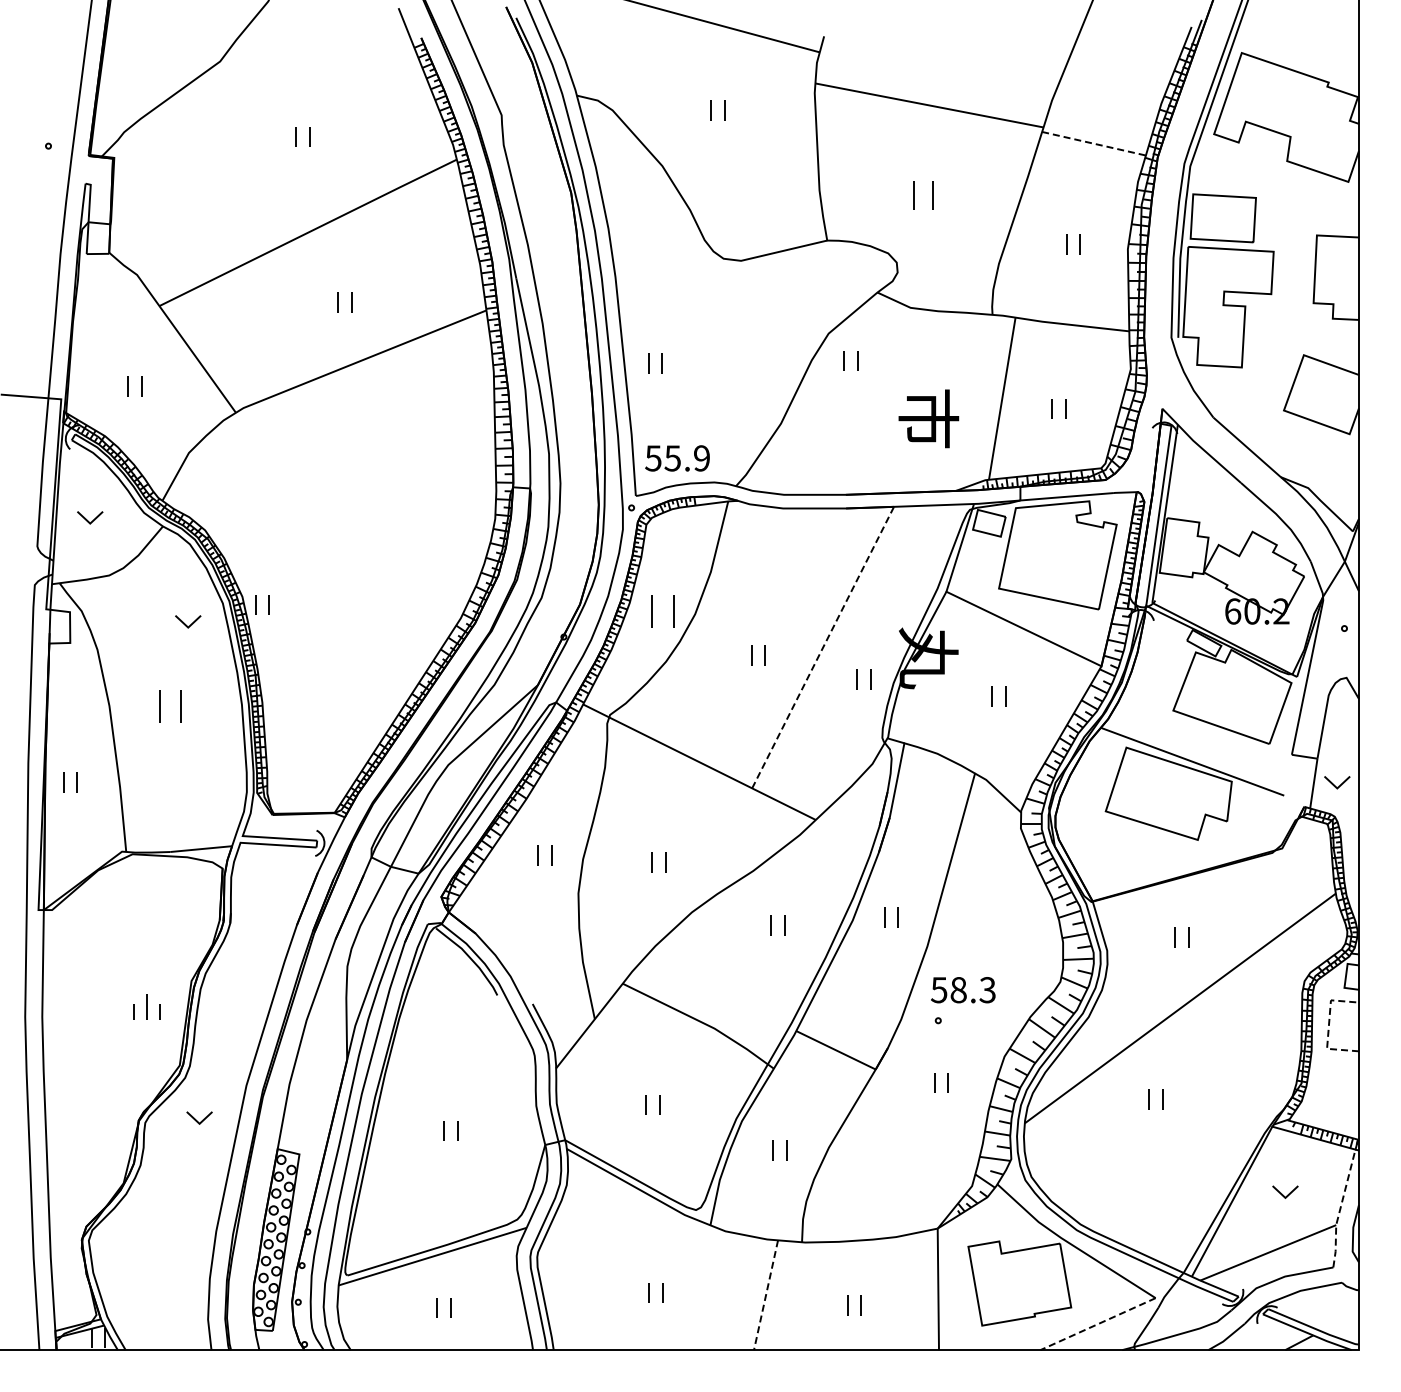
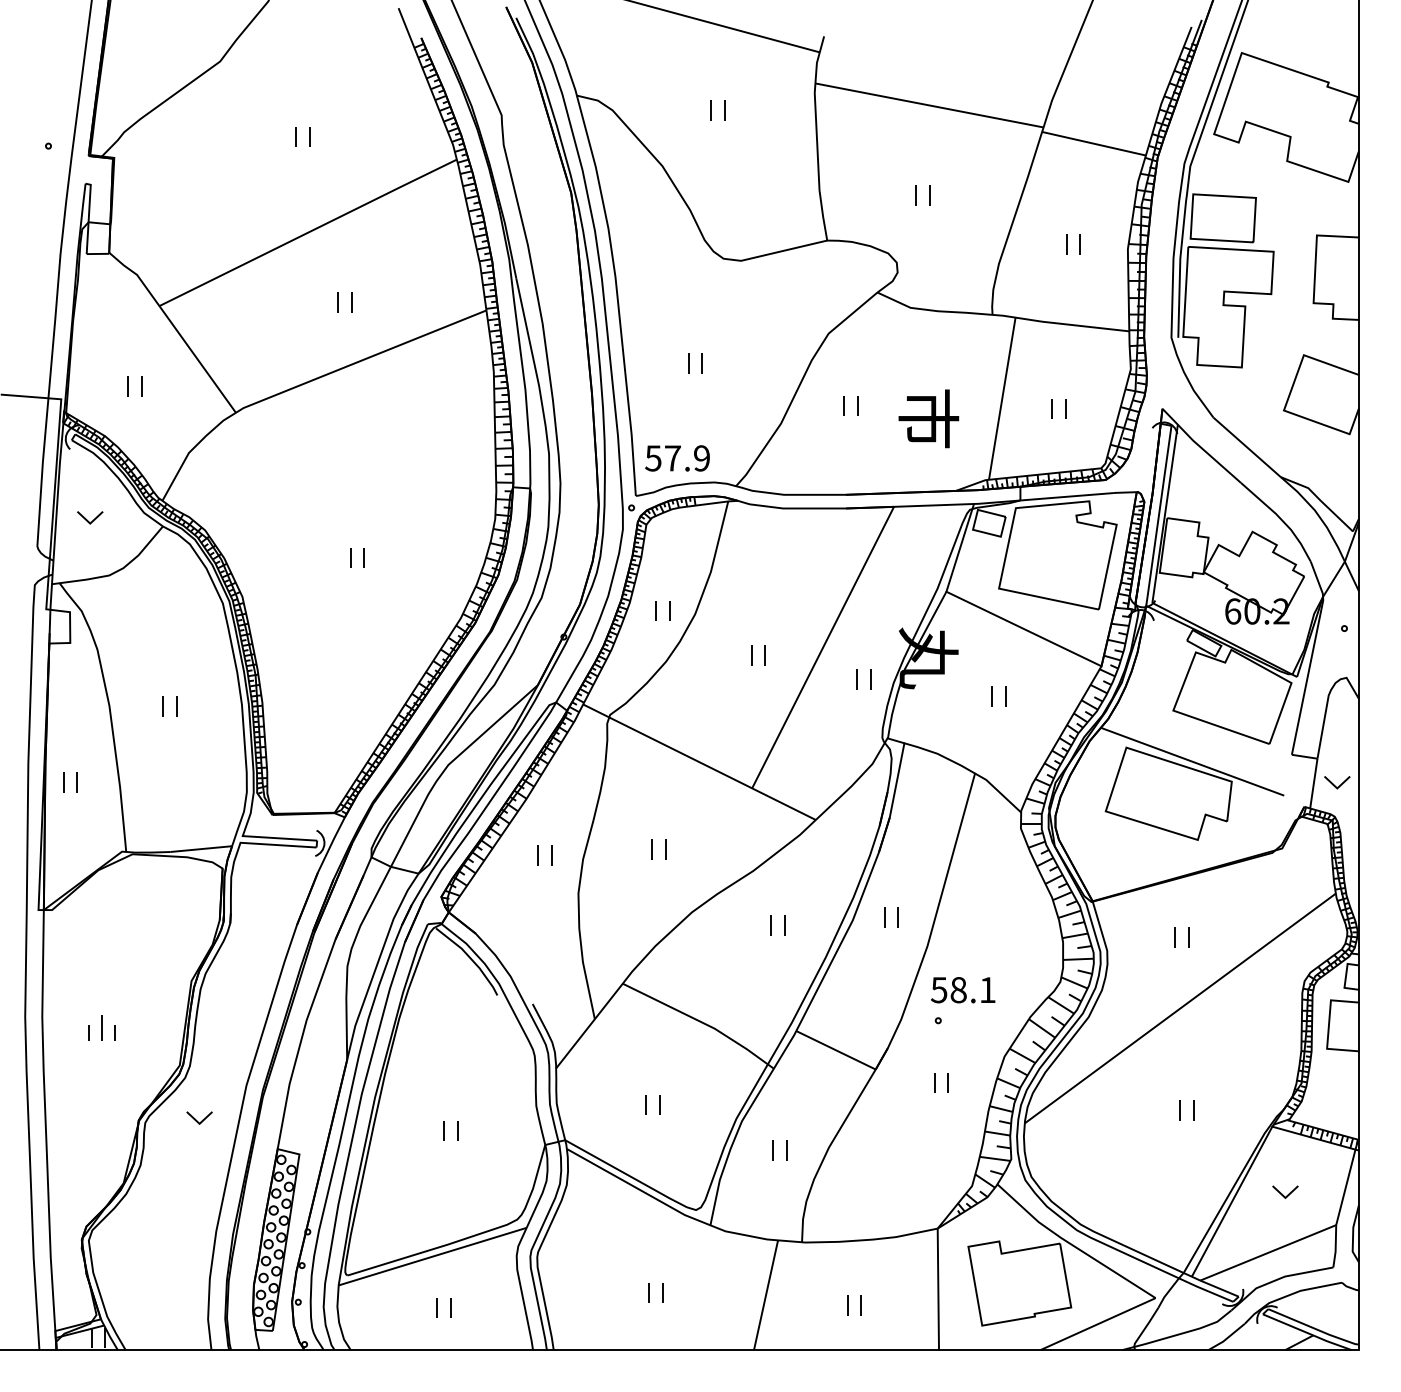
line at (1094, 143): dashed -> solid
part at (923, 195) size: 21x29 px -> 16x21 px
part at (850, 360) position: (850, 360) -> (850, 405)
part at (655, 363) position: (655, 363) -> (695, 363)
text at (672, 458): 55.9 -> 57.9
part at (262, 604) position: (262, 604) -> (357, 557)
part at (662, 611) size: 24x33 px -> 16x20 px
part at (188, 621): present -> none
line at (823, 647): dashed -> solid
part at (170, 706) size: 23x33 px -> 16x21 px
part at (658, 862) position: (658, 862) -> (658, 849)
text at (987, 990): 58.3 -> 58.1
part at (146, 1006) position: (146, 1006) -> (101, 1027)
line at (1328, 1026): dashed -> solid
part at (1155, 1099) position: (1155, 1099) -> (1186, 1110)
line at (1340, 1208): dashed -> solid
line at (765, 1295): dashed -> solid
line at (1097, 1324): dashed -> solid
